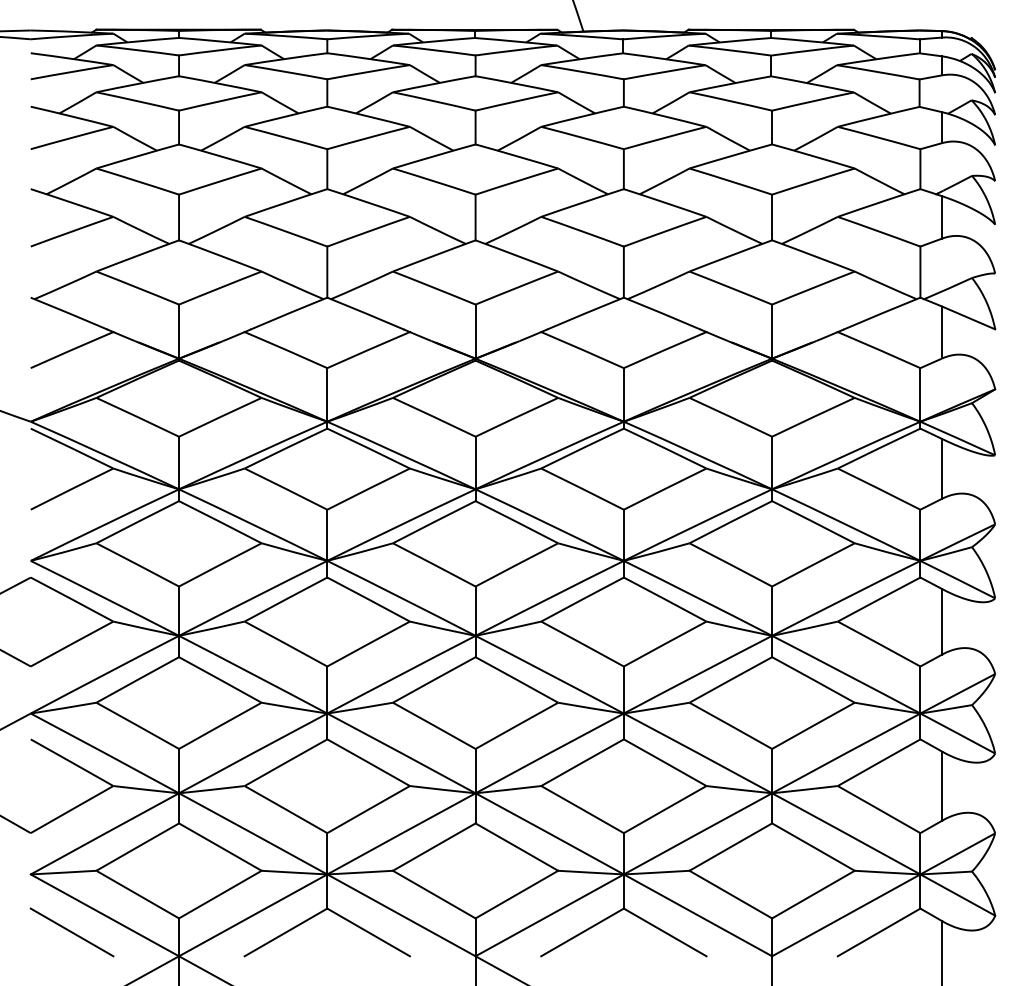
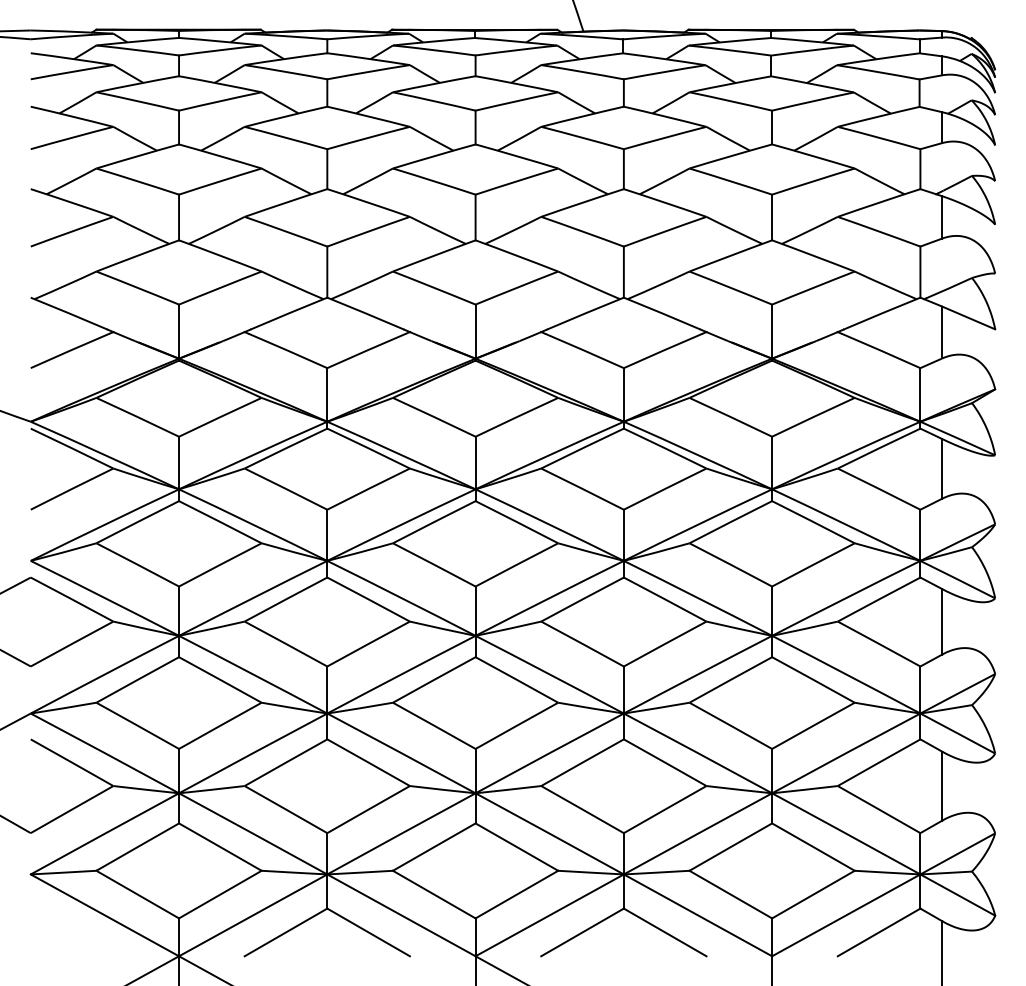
line at (71, 932): present -> none
